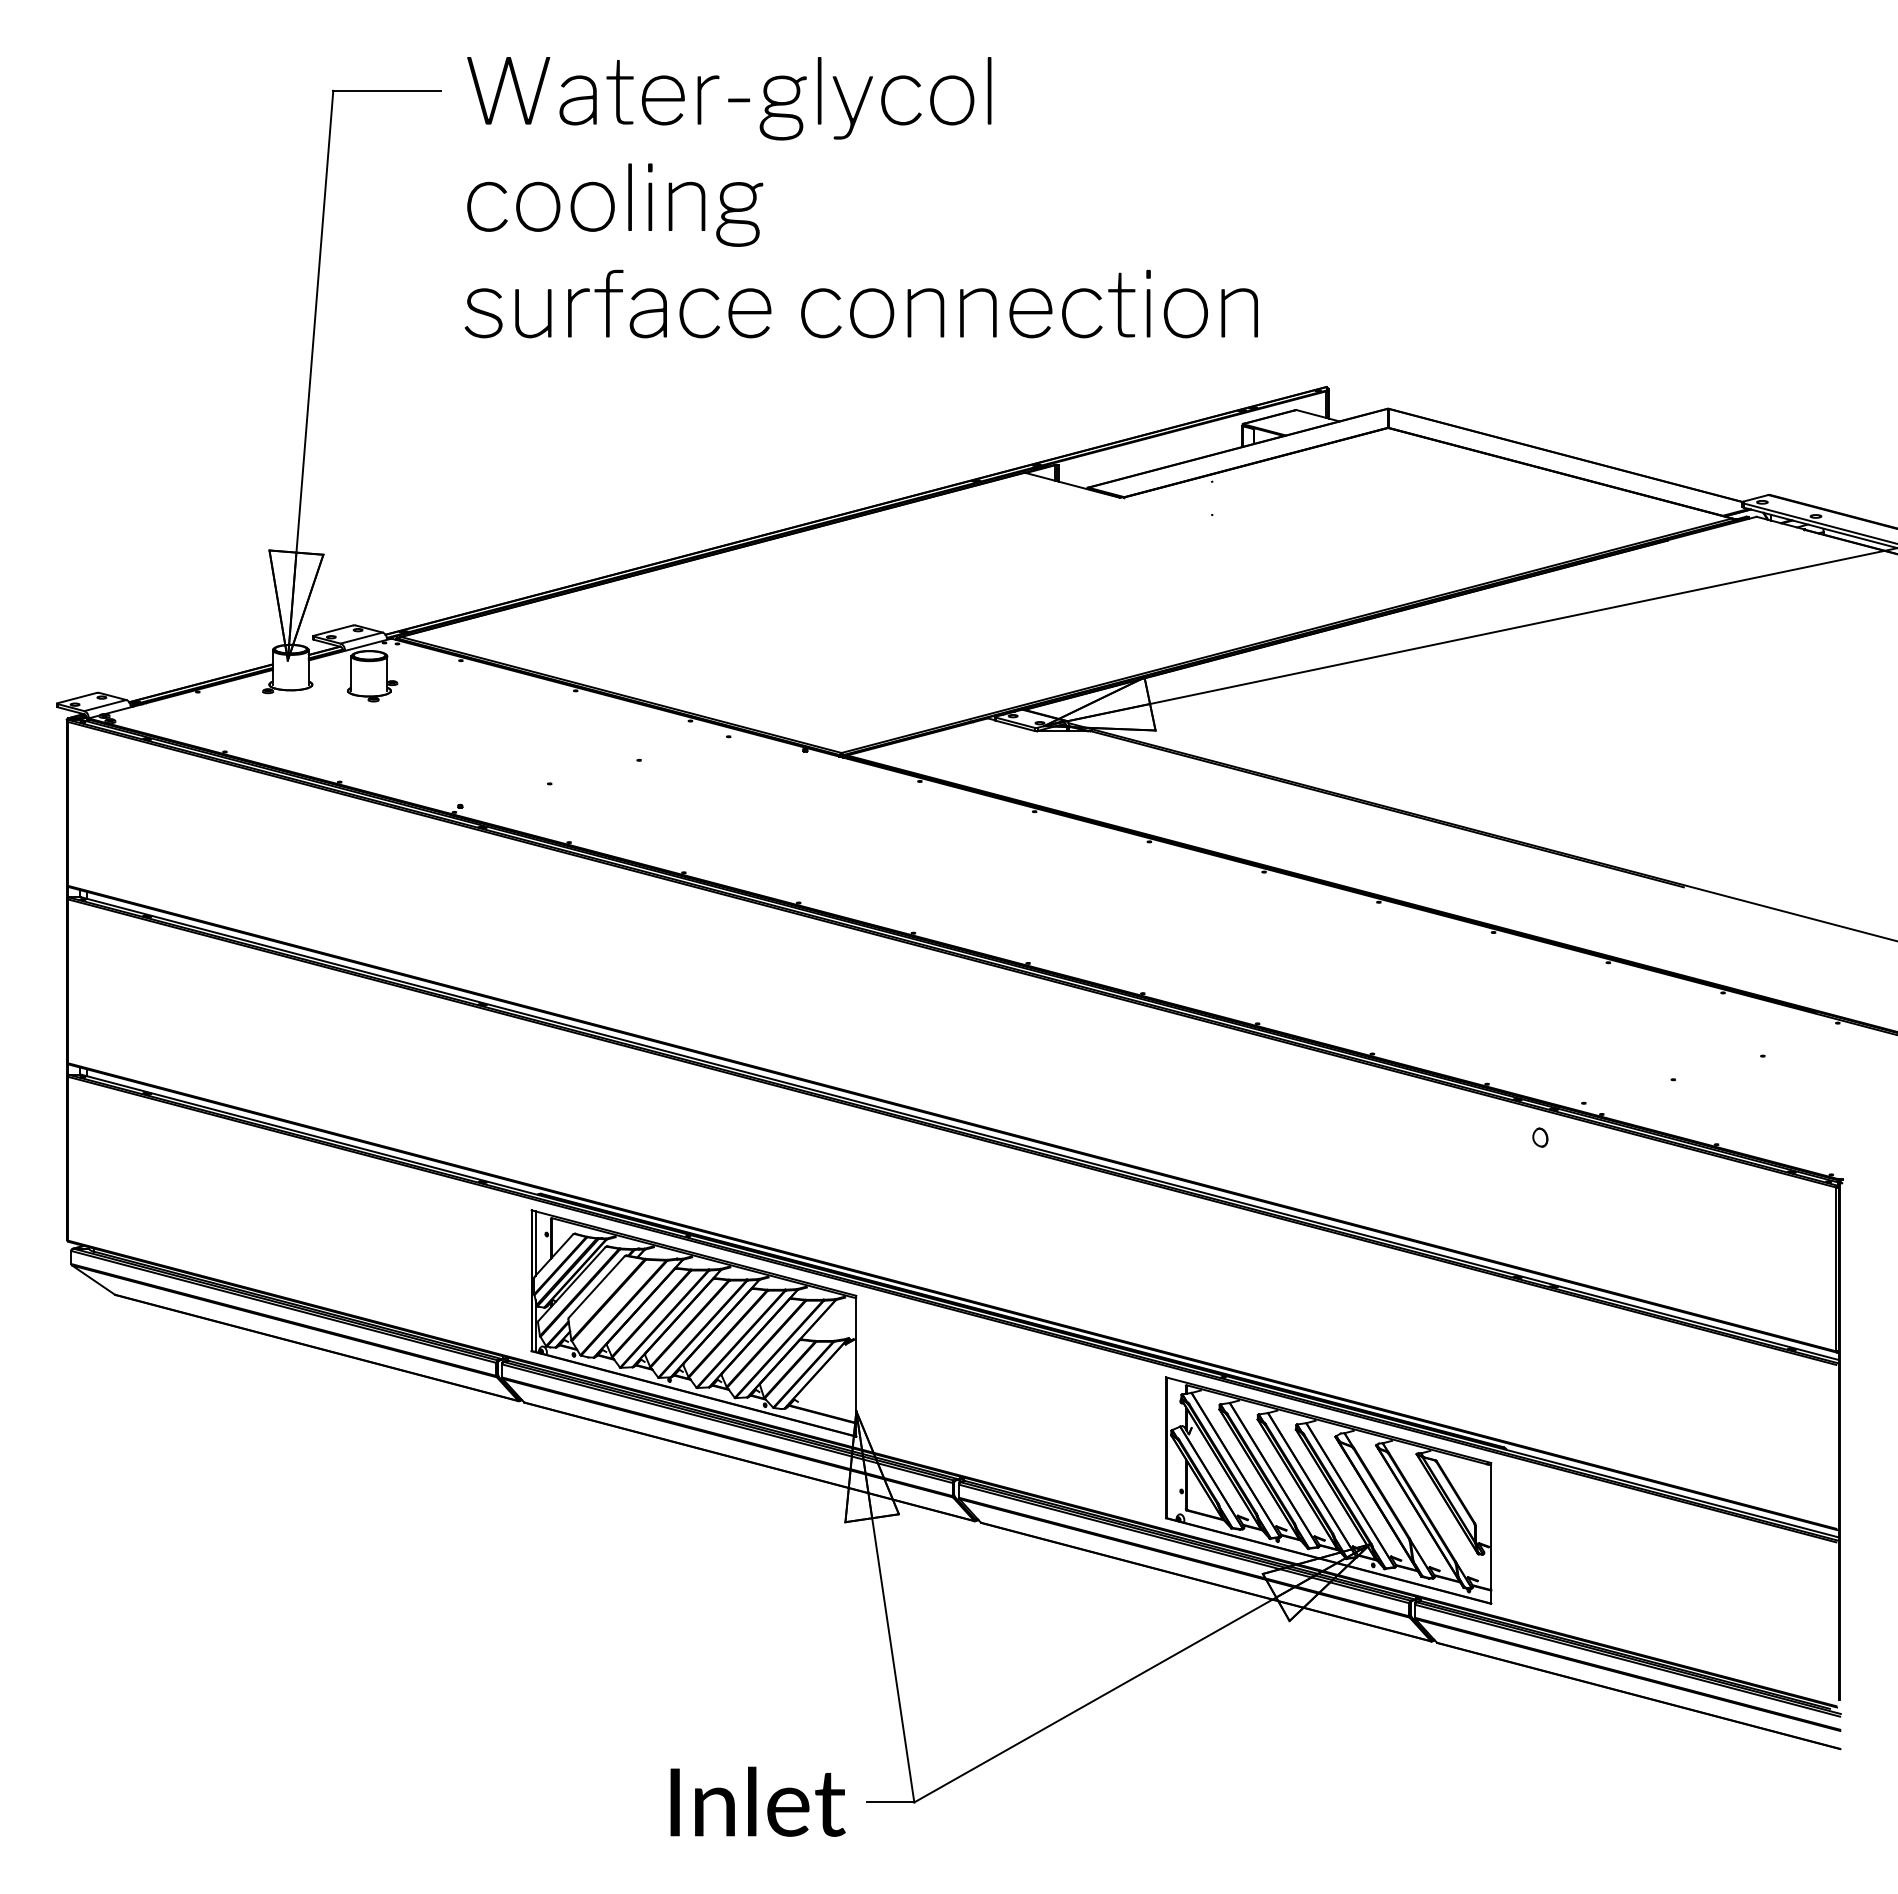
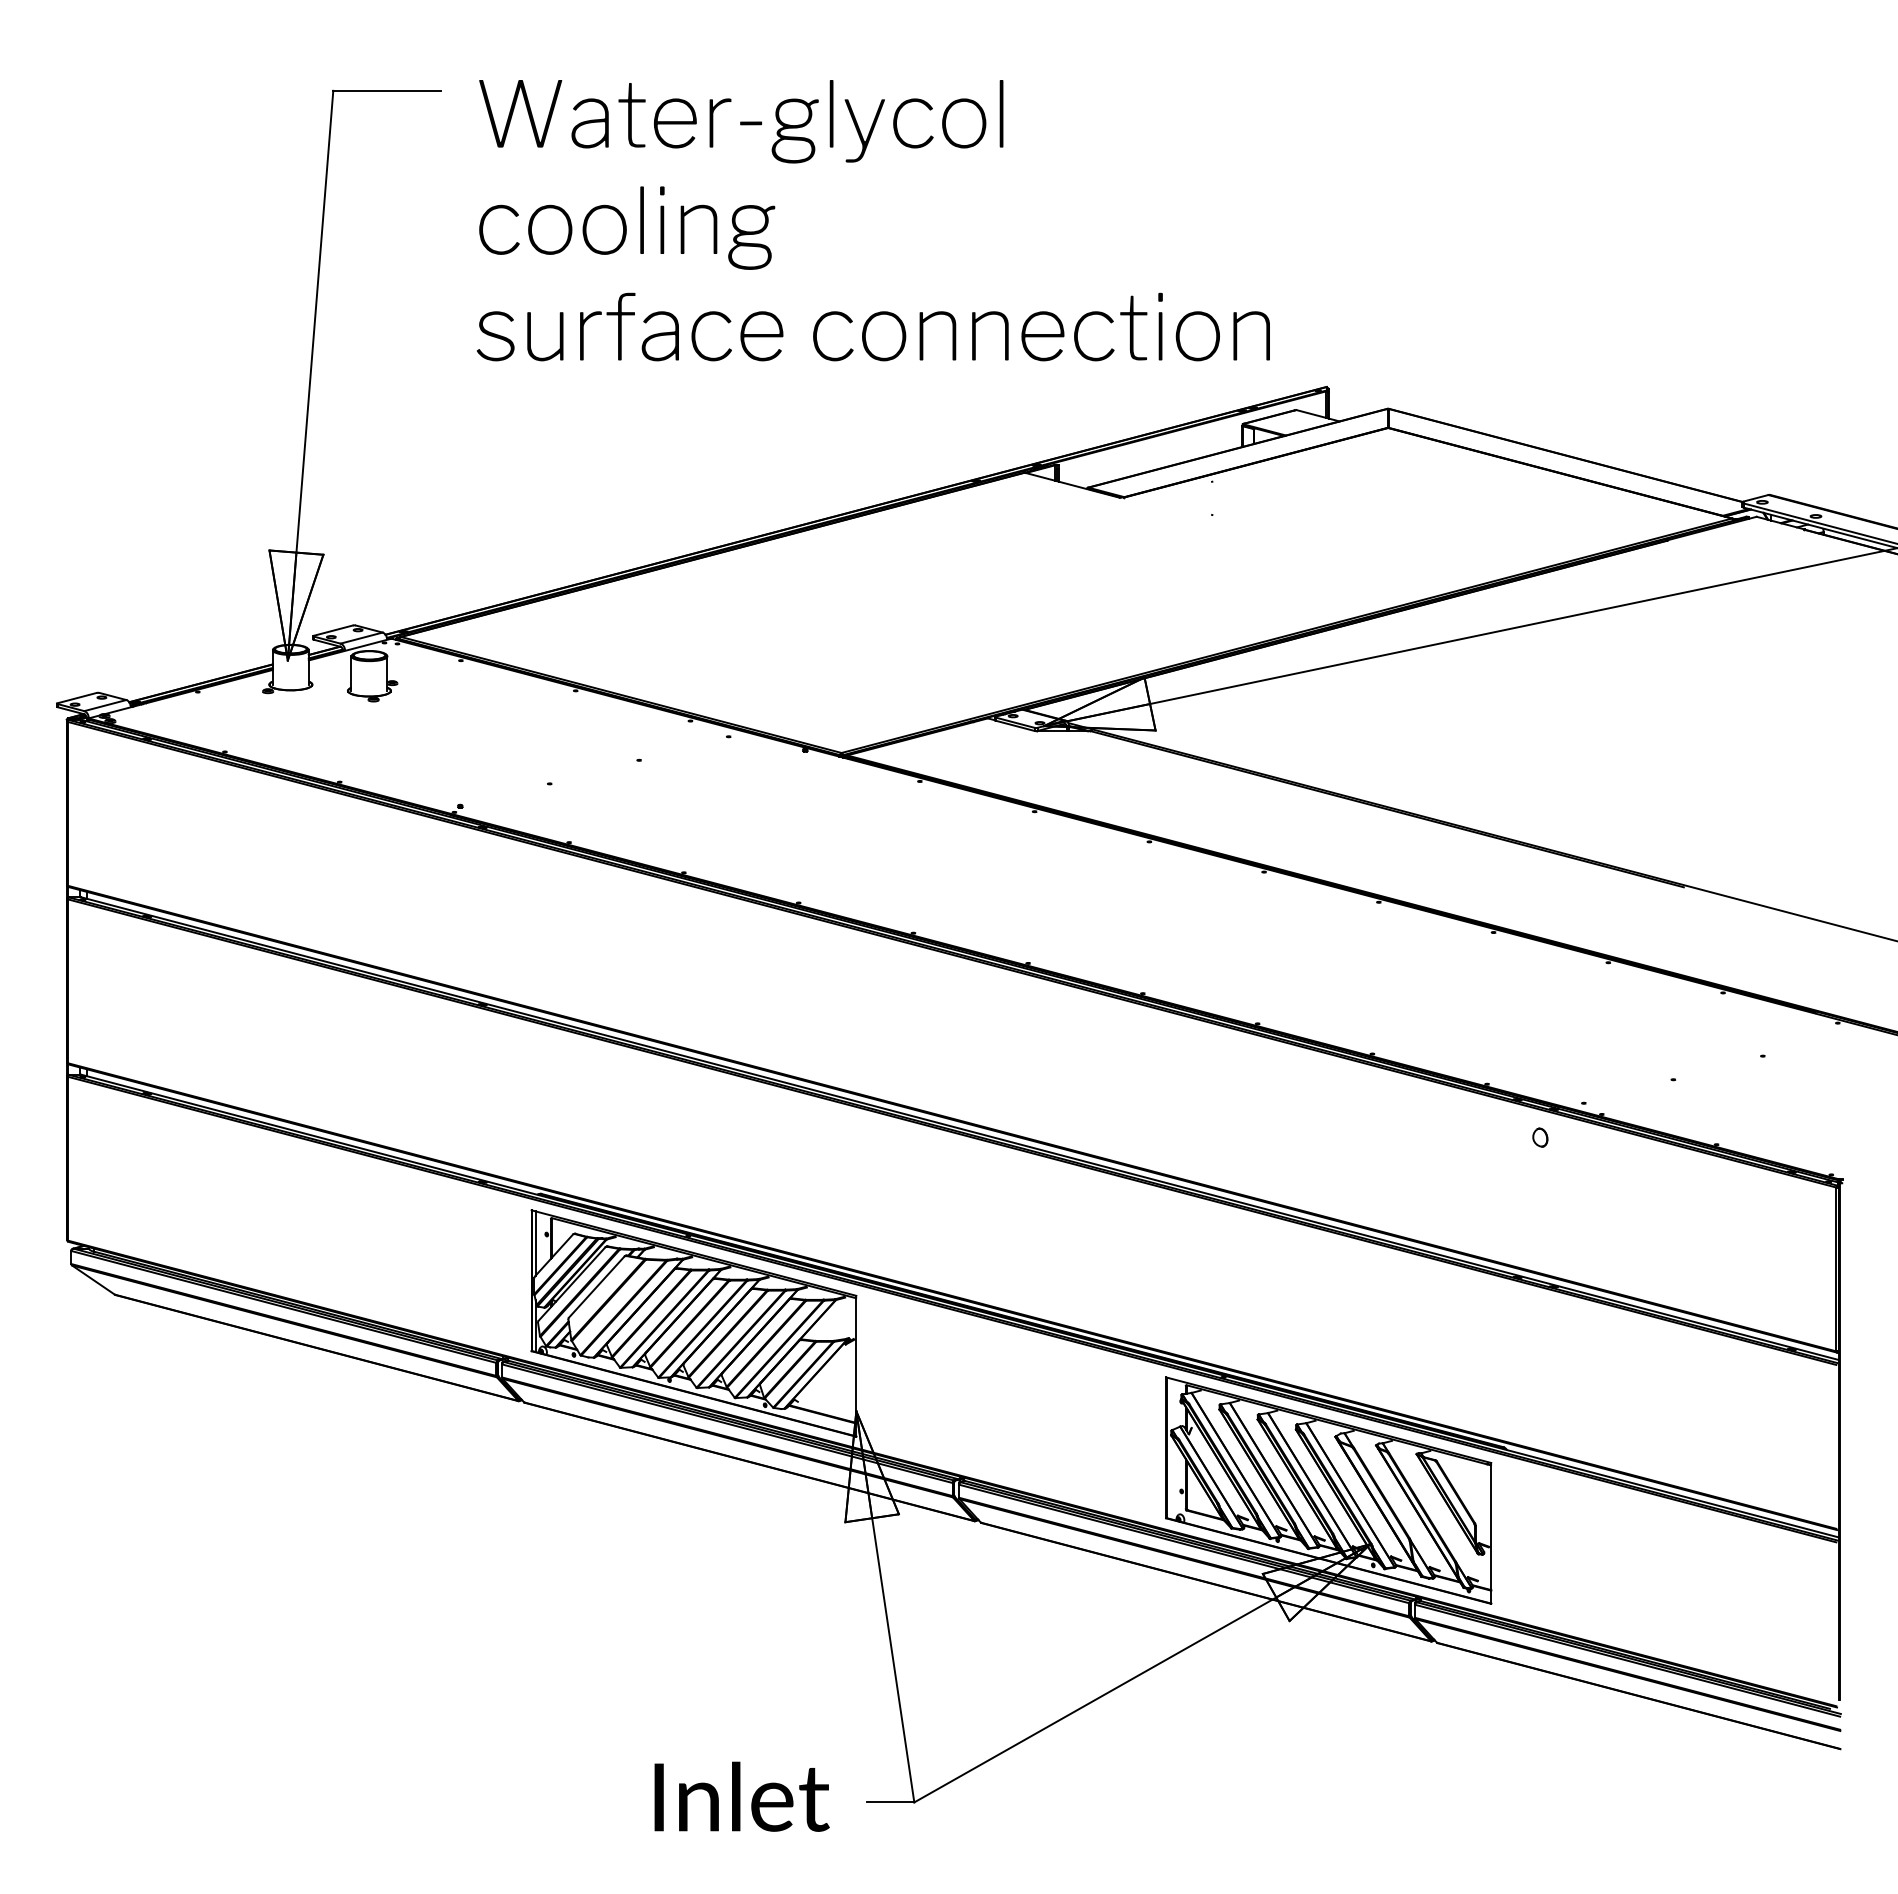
text at (860, 197) position: (860, 197) -> (872, 220)
text at (757, 1801) position: (757, 1801) -> (741, 1796)
